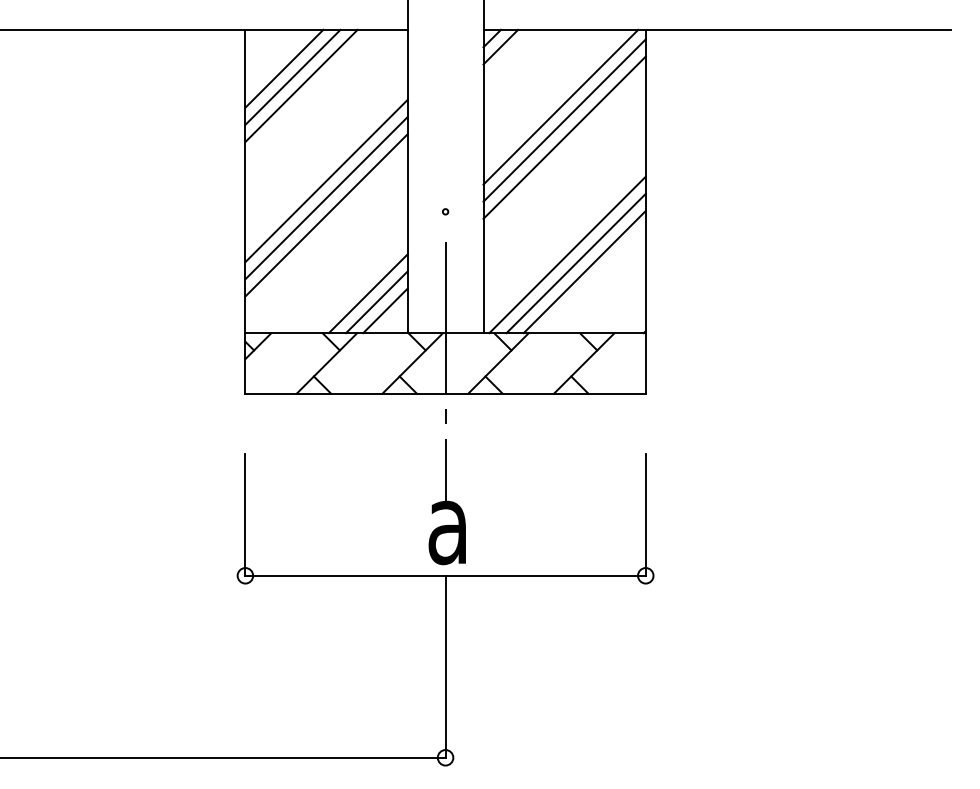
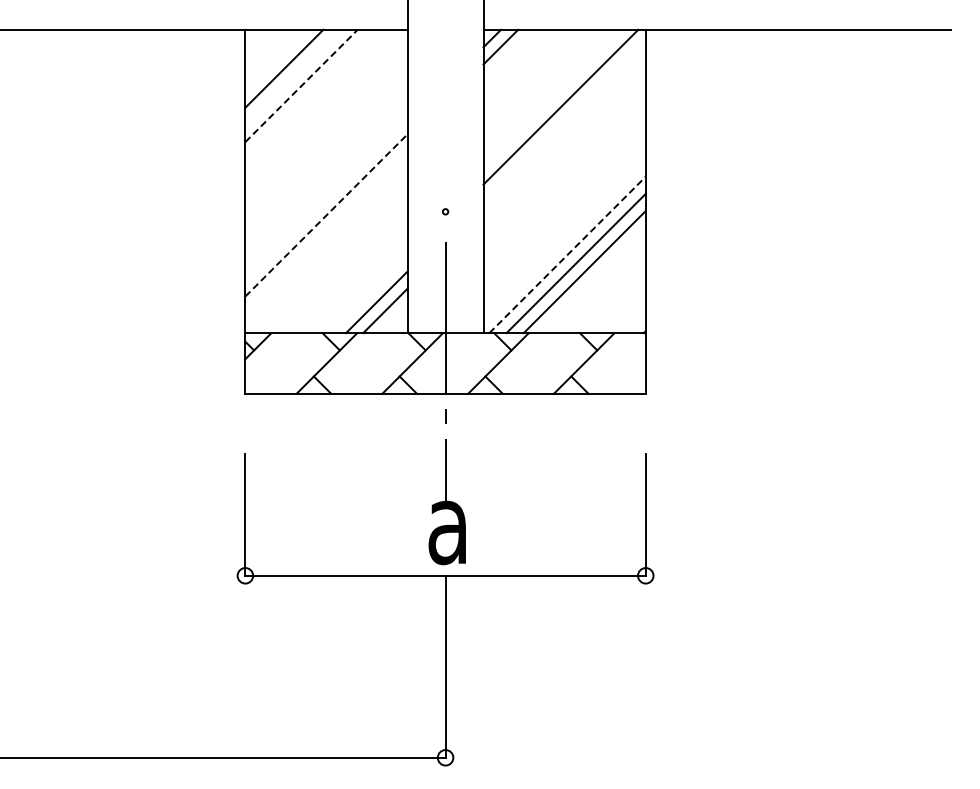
line at (292, 76): present -> none
line at (301, 85): solid -> dashed
line at (564, 120): present -> none
line at (564, 137): present -> none
line at (326, 180): present -> none
line at (326, 198): present -> none
line at (326, 215): solid -> dashed
line at (567, 254): solid -> dashed
line at (367, 293): present -> none
